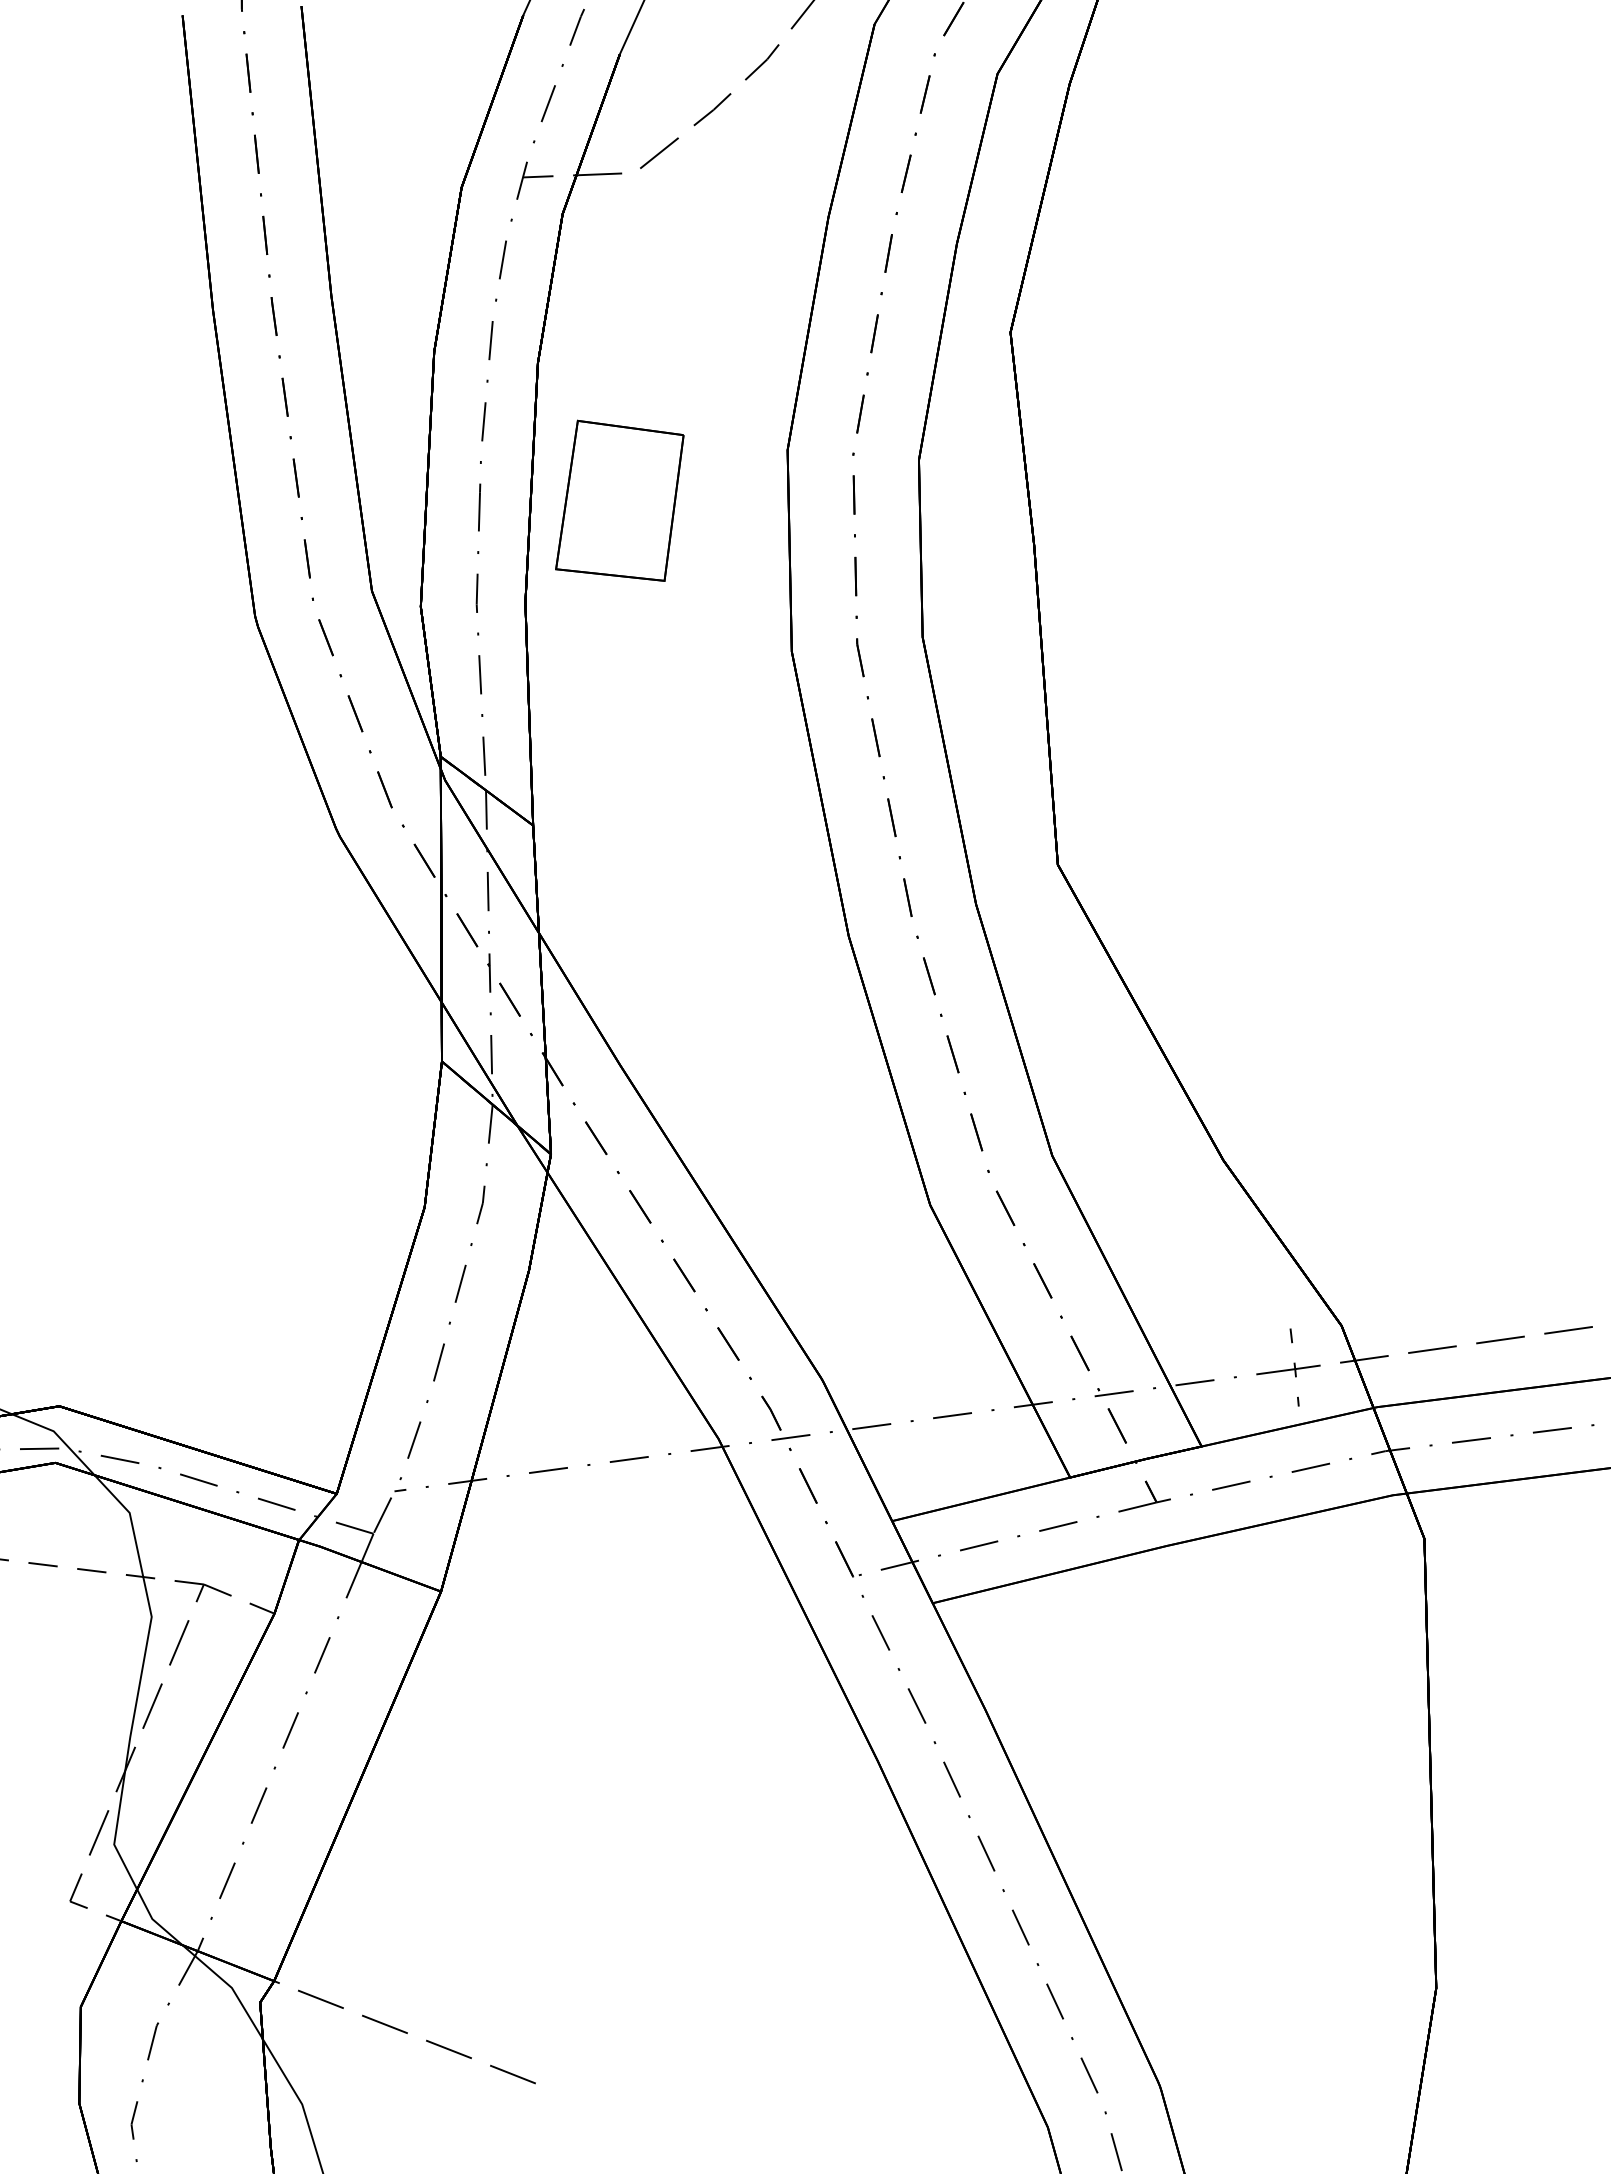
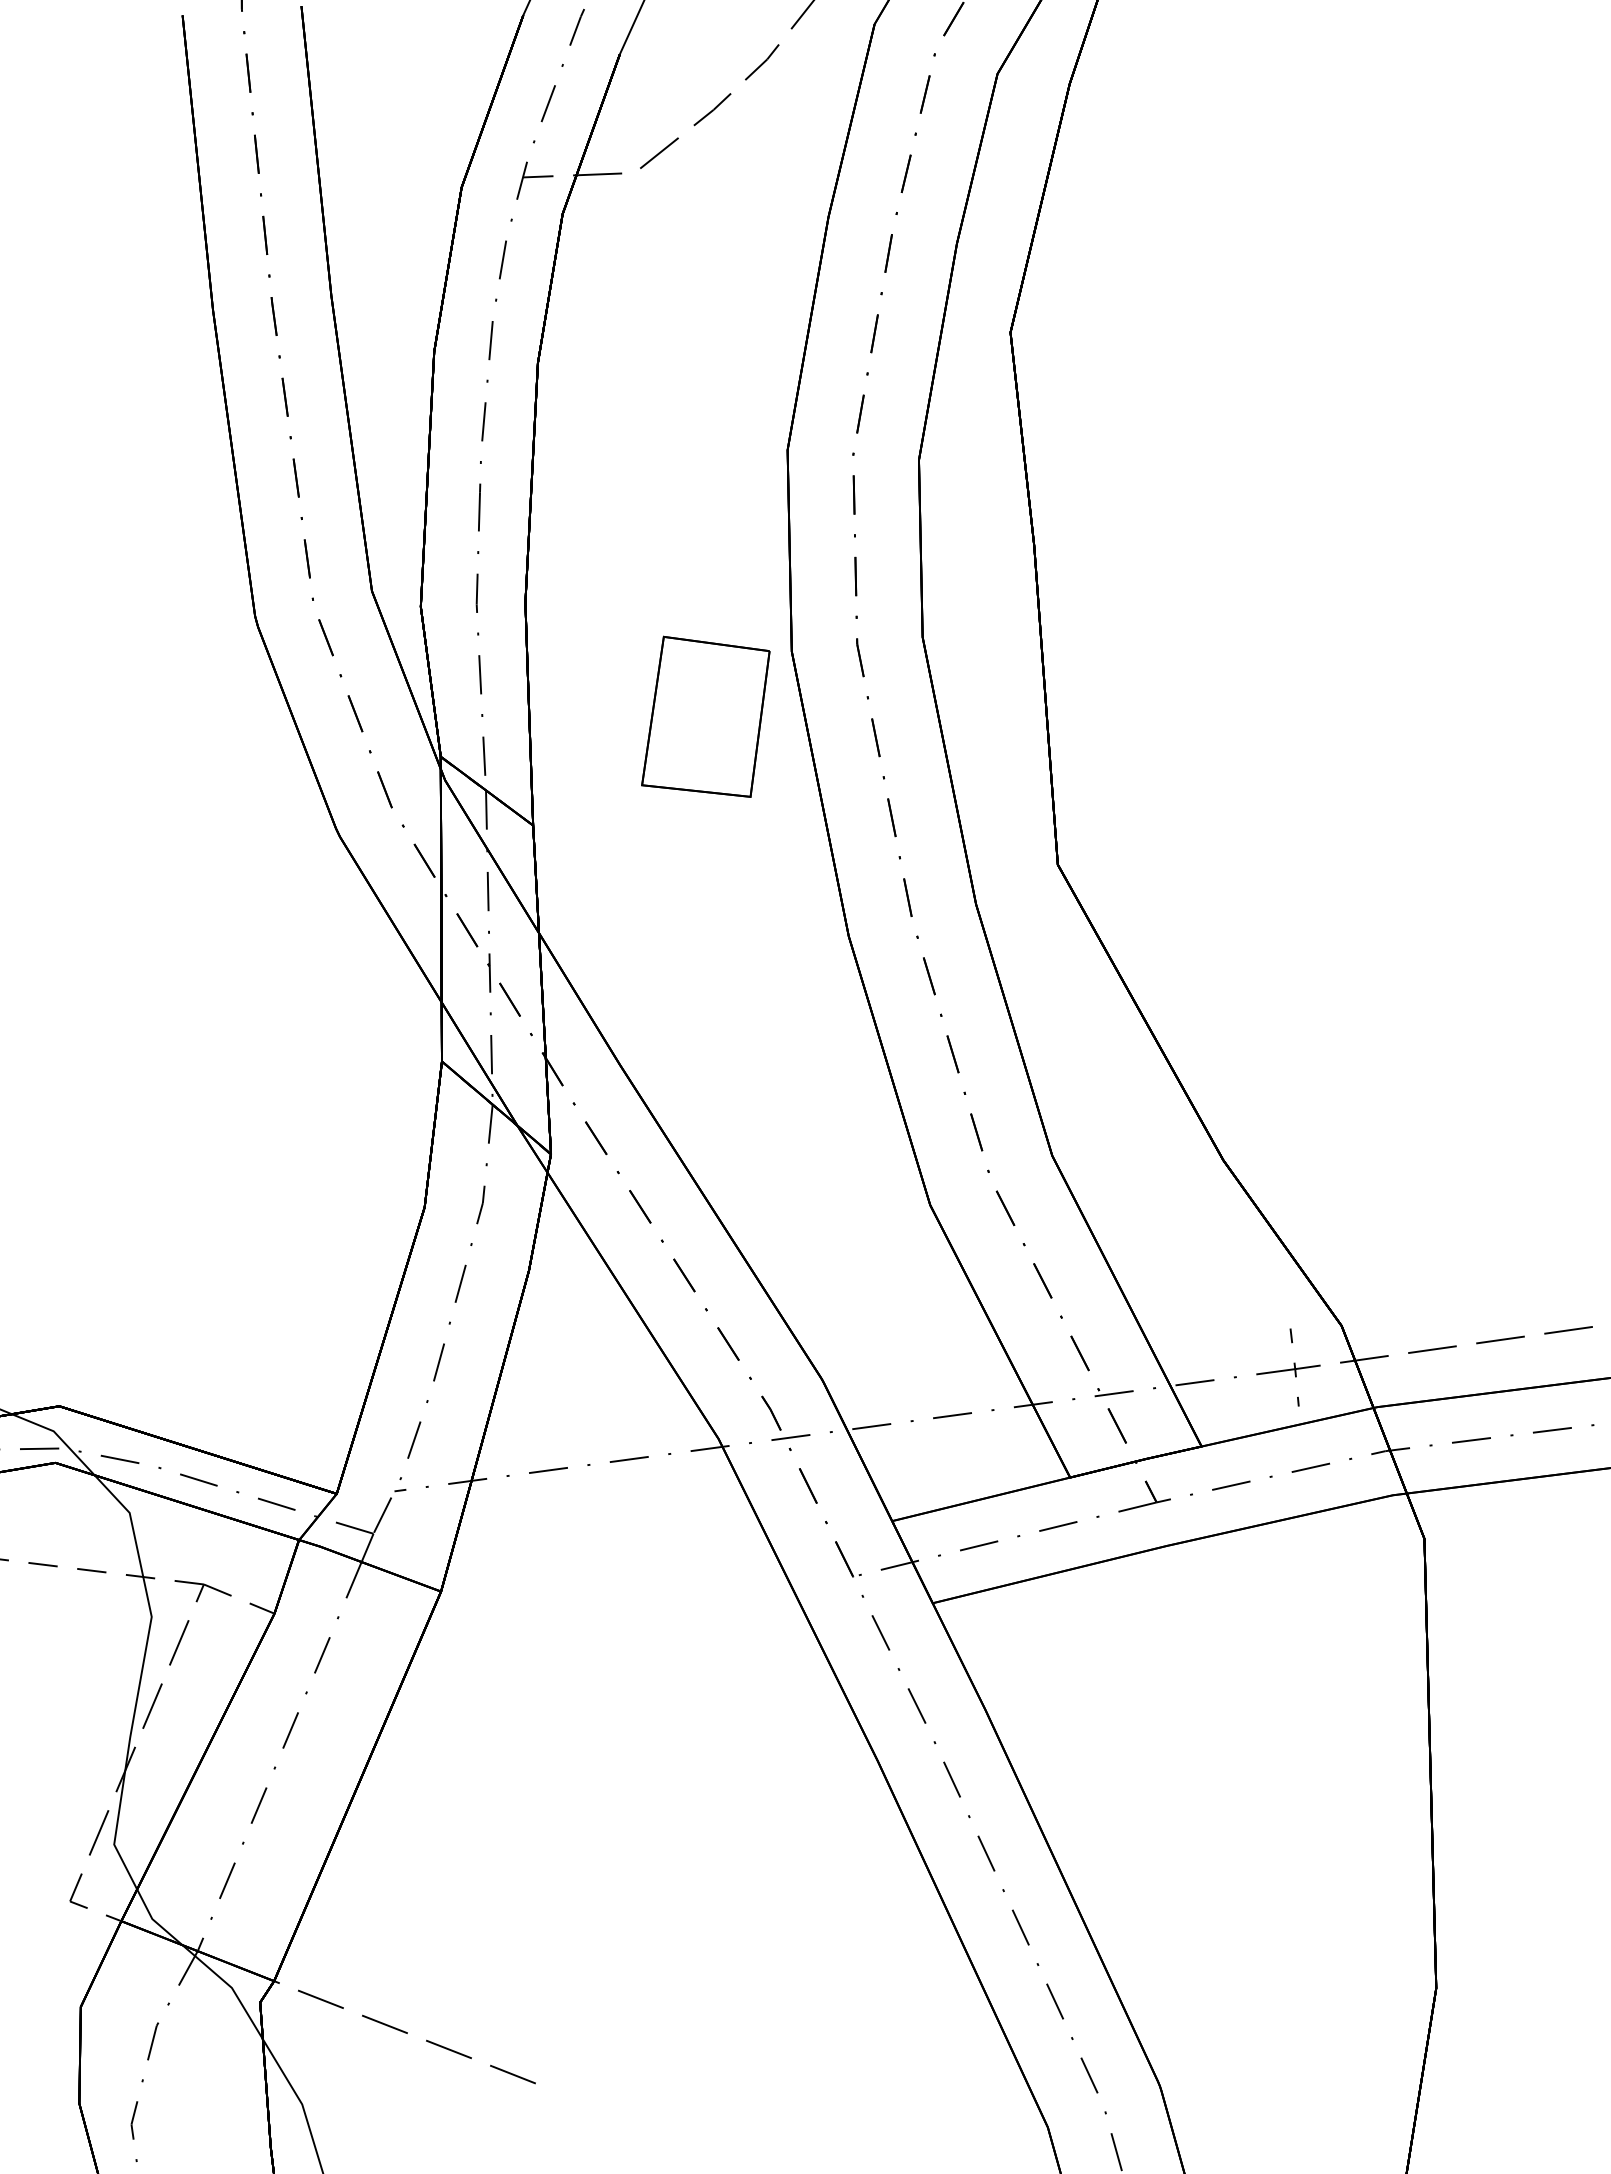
part at (619, 500) position: (619, 500) -> (705, 716)
